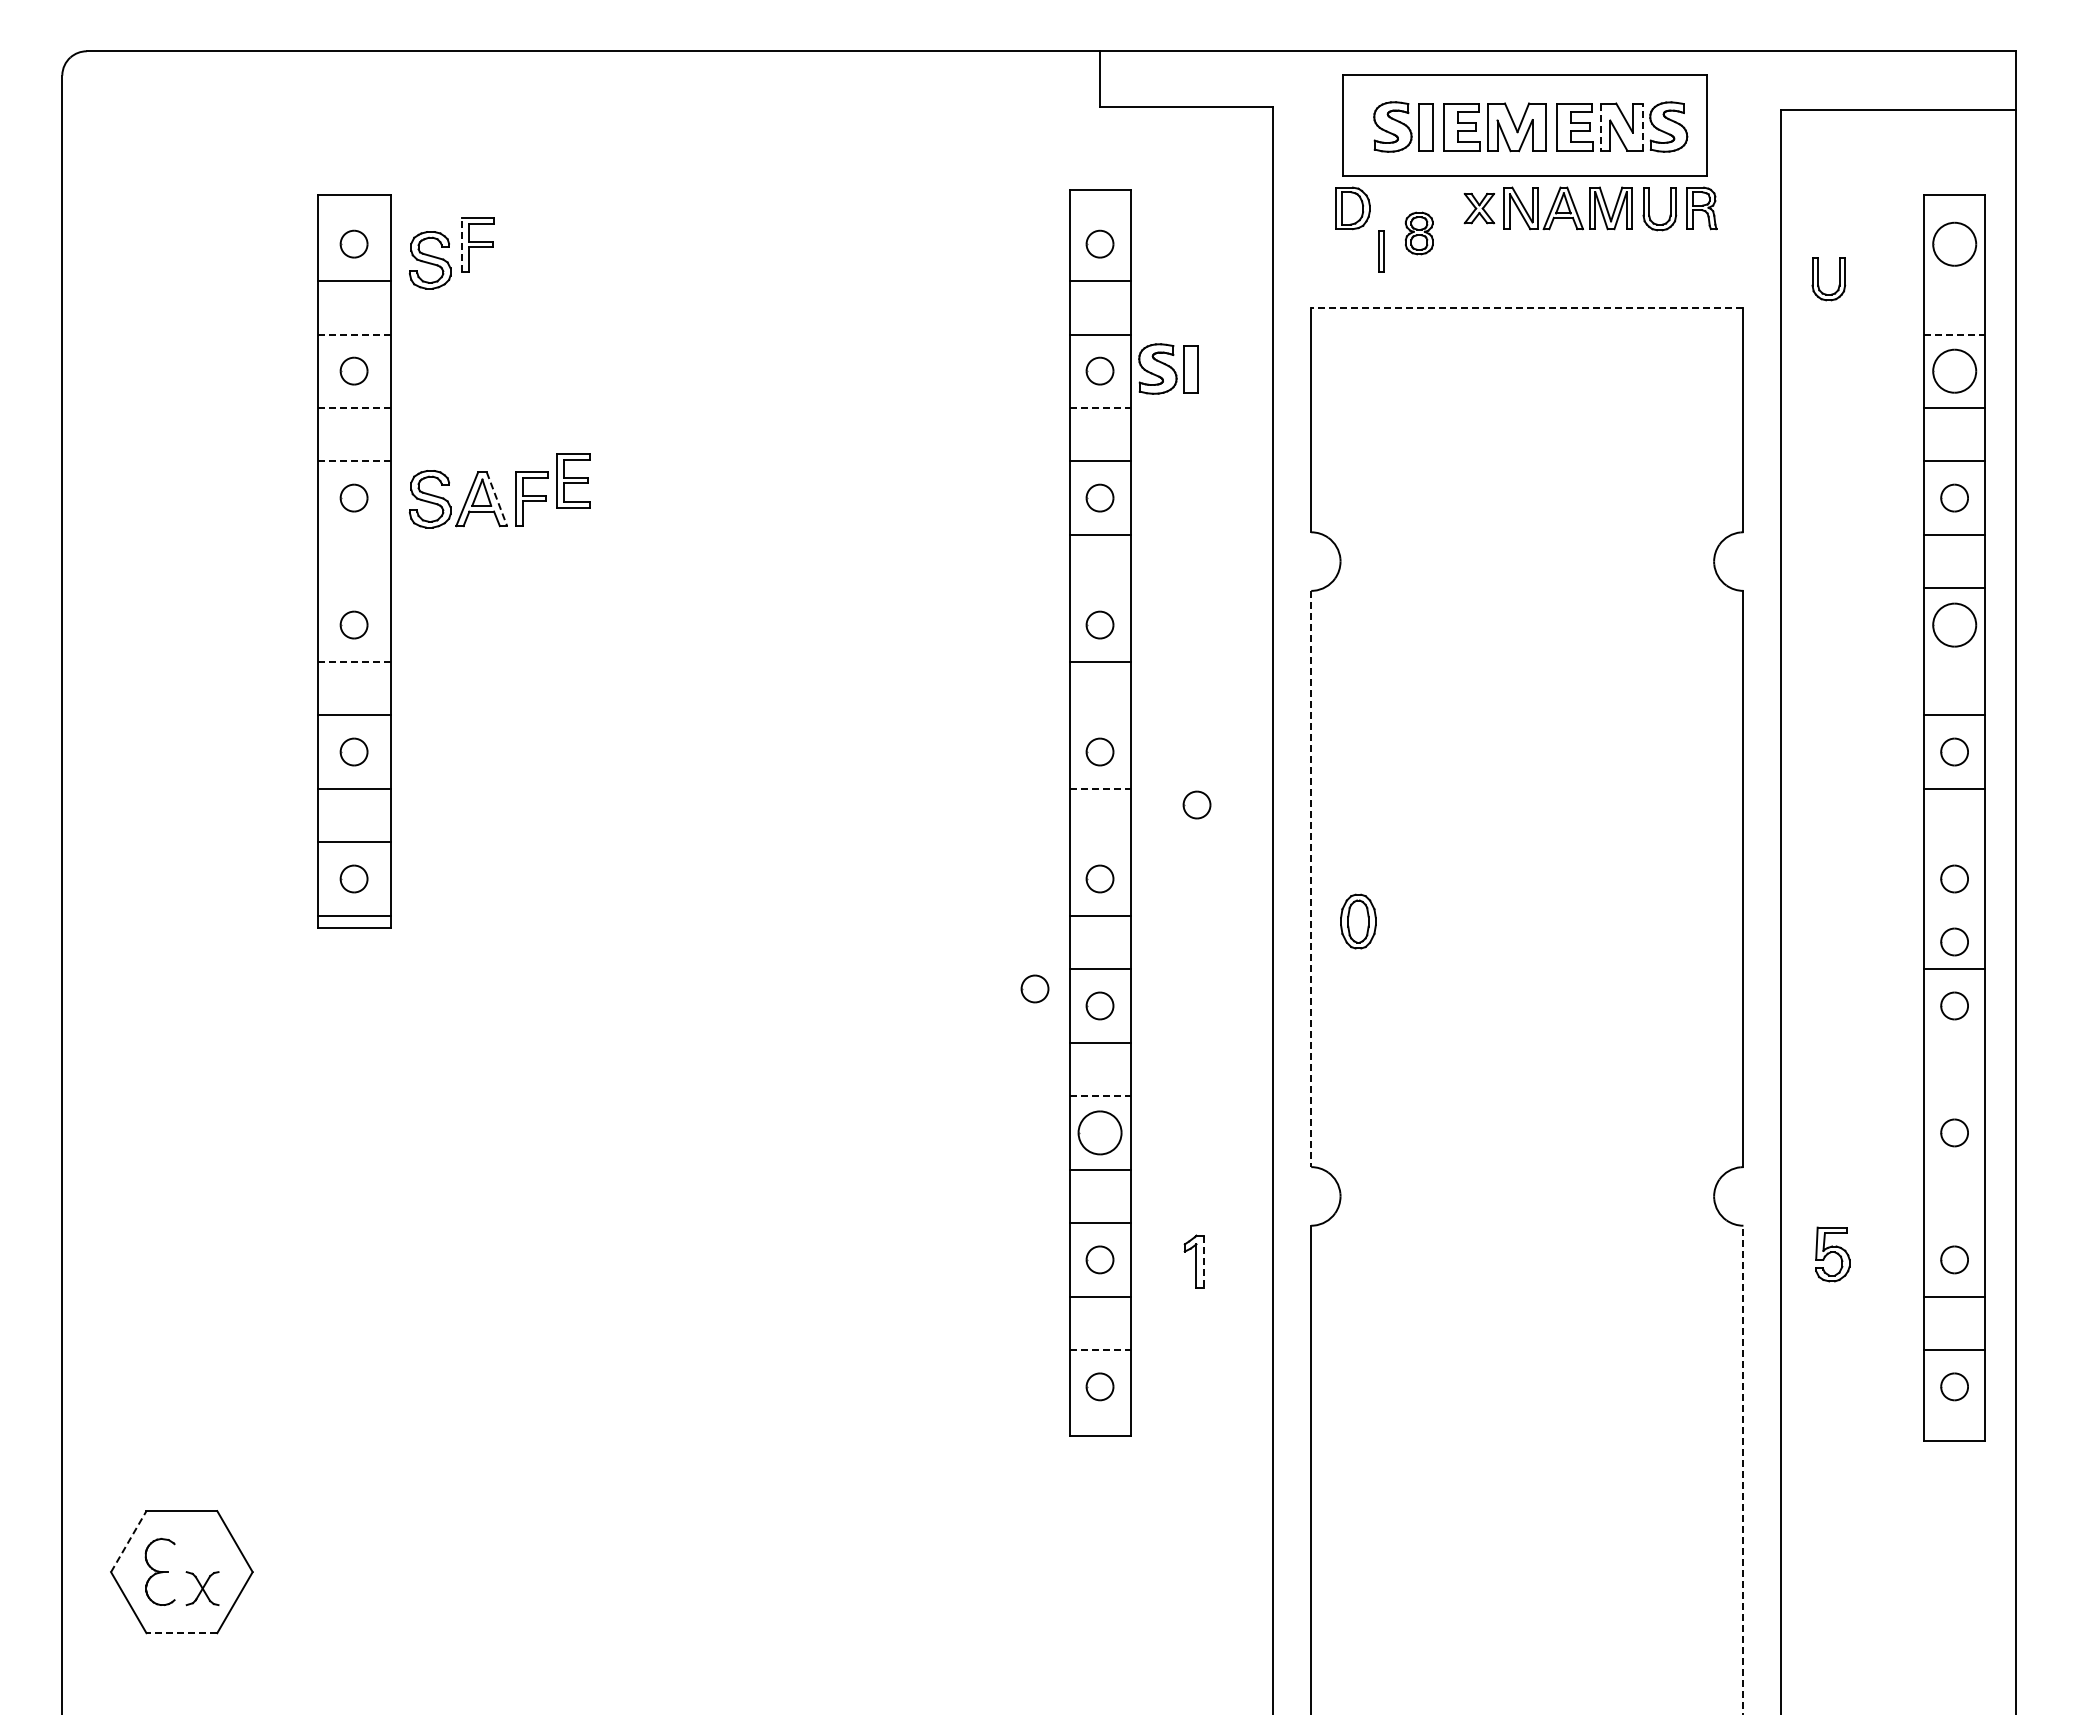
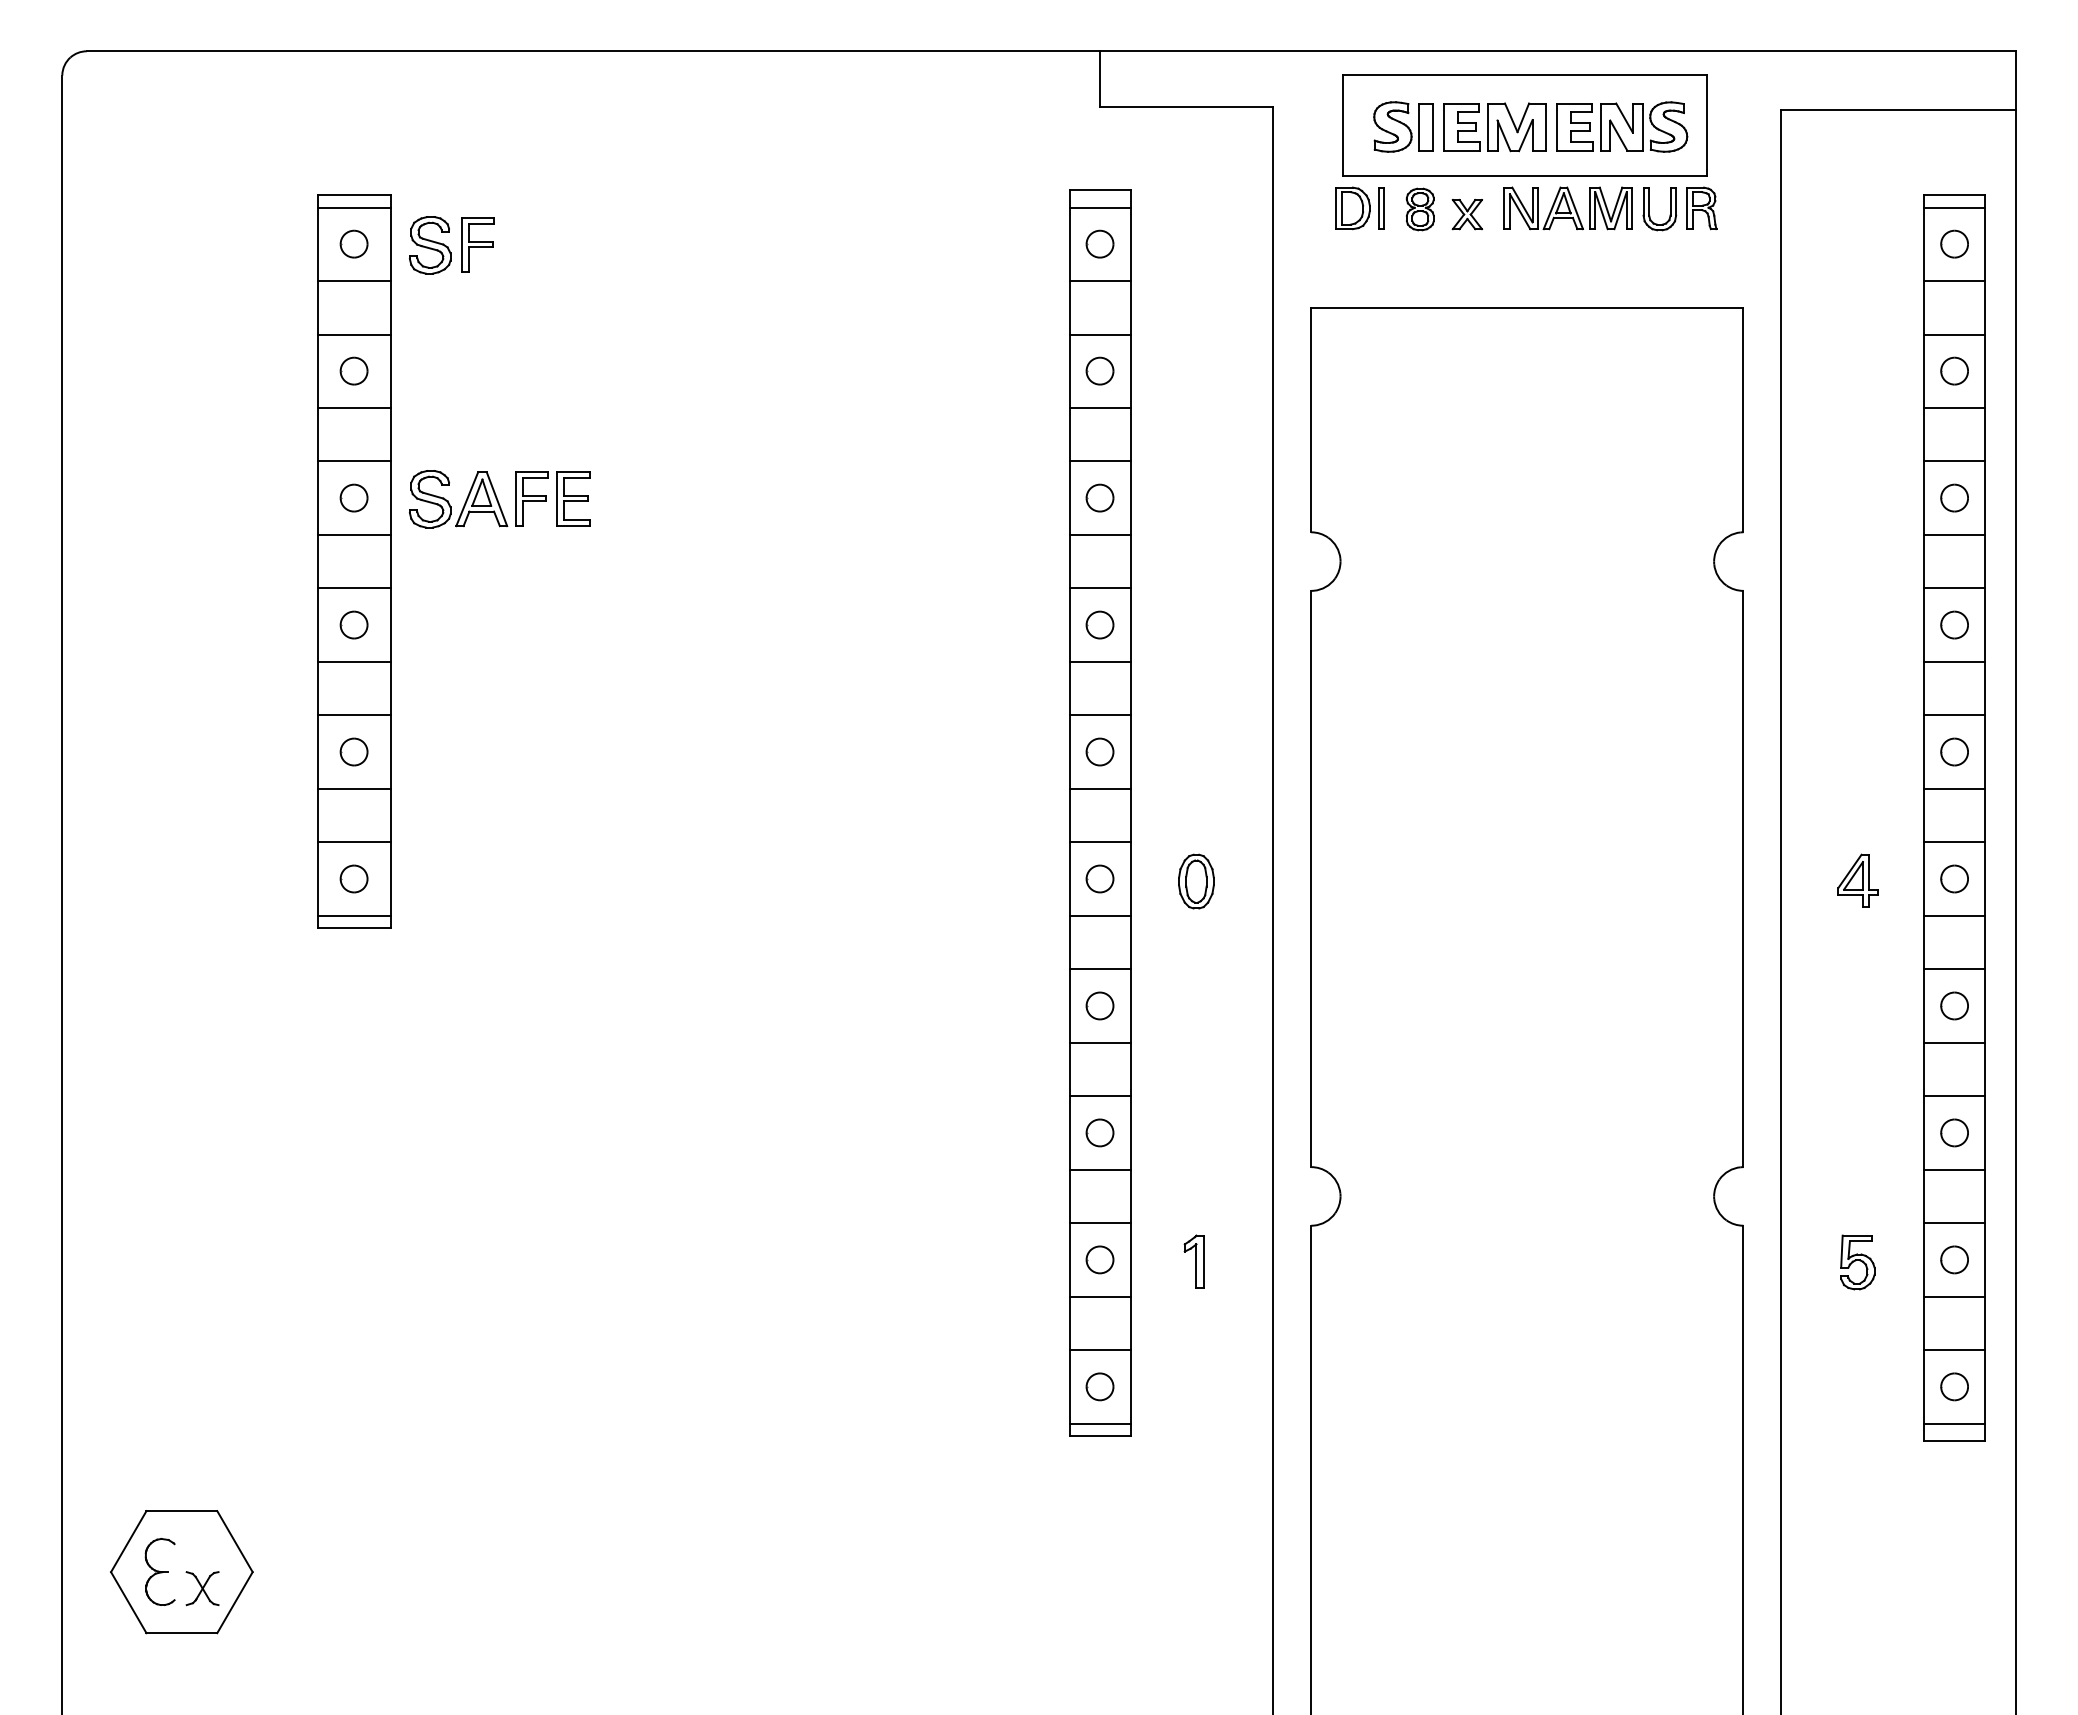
line at (1600, 127): dashed -> solid
line at (1642, 127): dashed -> solid
line at (353, 207): none -> present
line at (1099, 207): none -> present
line at (1954, 207): none -> present
part at (1479, 208) position: (1479, 208) -> (1467, 214)
part at (1418, 233) position: (1418, 233) -> (1419, 209)
part at (1954, 243) size: 46x46 px -> 29x30 px
line at (462, 245): dashed -> solid
part at (1381, 251) position: (1381, 251) -> (1381, 208)
part at (429, 260) position: (429, 260) -> (429, 245)
part at (1818, 279): present -> none
line at (1954, 280): none -> present
line at (1526, 307): dashed -> solid
line at (354, 334): dashed -> solid
line at (1954, 334): dashed -> solid
part at (1168, 368): present -> none
part at (1954, 370) size: 46x46 px -> 29x30 px
line at (354, 407): dashed -> solid
line at (1100, 407): dashed -> solid
line at (354, 461): dashed -> solid
part at (573, 480) position: (573, 480) -> (573, 498)
line at (497, 499): dashed -> solid
line at (353, 534): none -> present
line at (353, 588): none -> present
line at (1099, 588): none -> present
part at (1954, 624) size: 46x46 px -> 29x30 px
line at (354, 661): dashed -> solid
line at (1954, 661): none -> present
line at (1099, 715): none -> present
line at (1100, 788): dashed -> solid
part at (1196, 804): present -> none
line at (1099, 842): none -> present
line at (1954, 842): none -> present
line at (1311, 879): dashed -> solid
part at (1857, 880): none -> present
line at (1954, 915): none -> present
part at (1358, 921) position: (1358, 921) -> (1196, 881)
part at (1954, 941): present -> none
part at (1034, 988): present -> none
line at (1954, 1042): none -> present
line at (1100, 1096): dashed -> solid
line at (1954, 1096): none -> present
part at (1099, 1132) size: 46x46 px -> 30x30 px
line at (1954, 1169): none -> present
line at (1954, 1223): none -> present
part at (1832, 1254) position: (1832, 1254) -> (1857, 1262)
line at (1203, 1262): dashed -> solid
line at (1100, 1350): dashed -> solid
line at (1099, 1423): none -> present
line at (1954, 1423): none -> present
line at (1743, 1469): dashed -> solid
line at (129, 1541): dashed -> solid
line at (181, 1633): dashed -> solid
